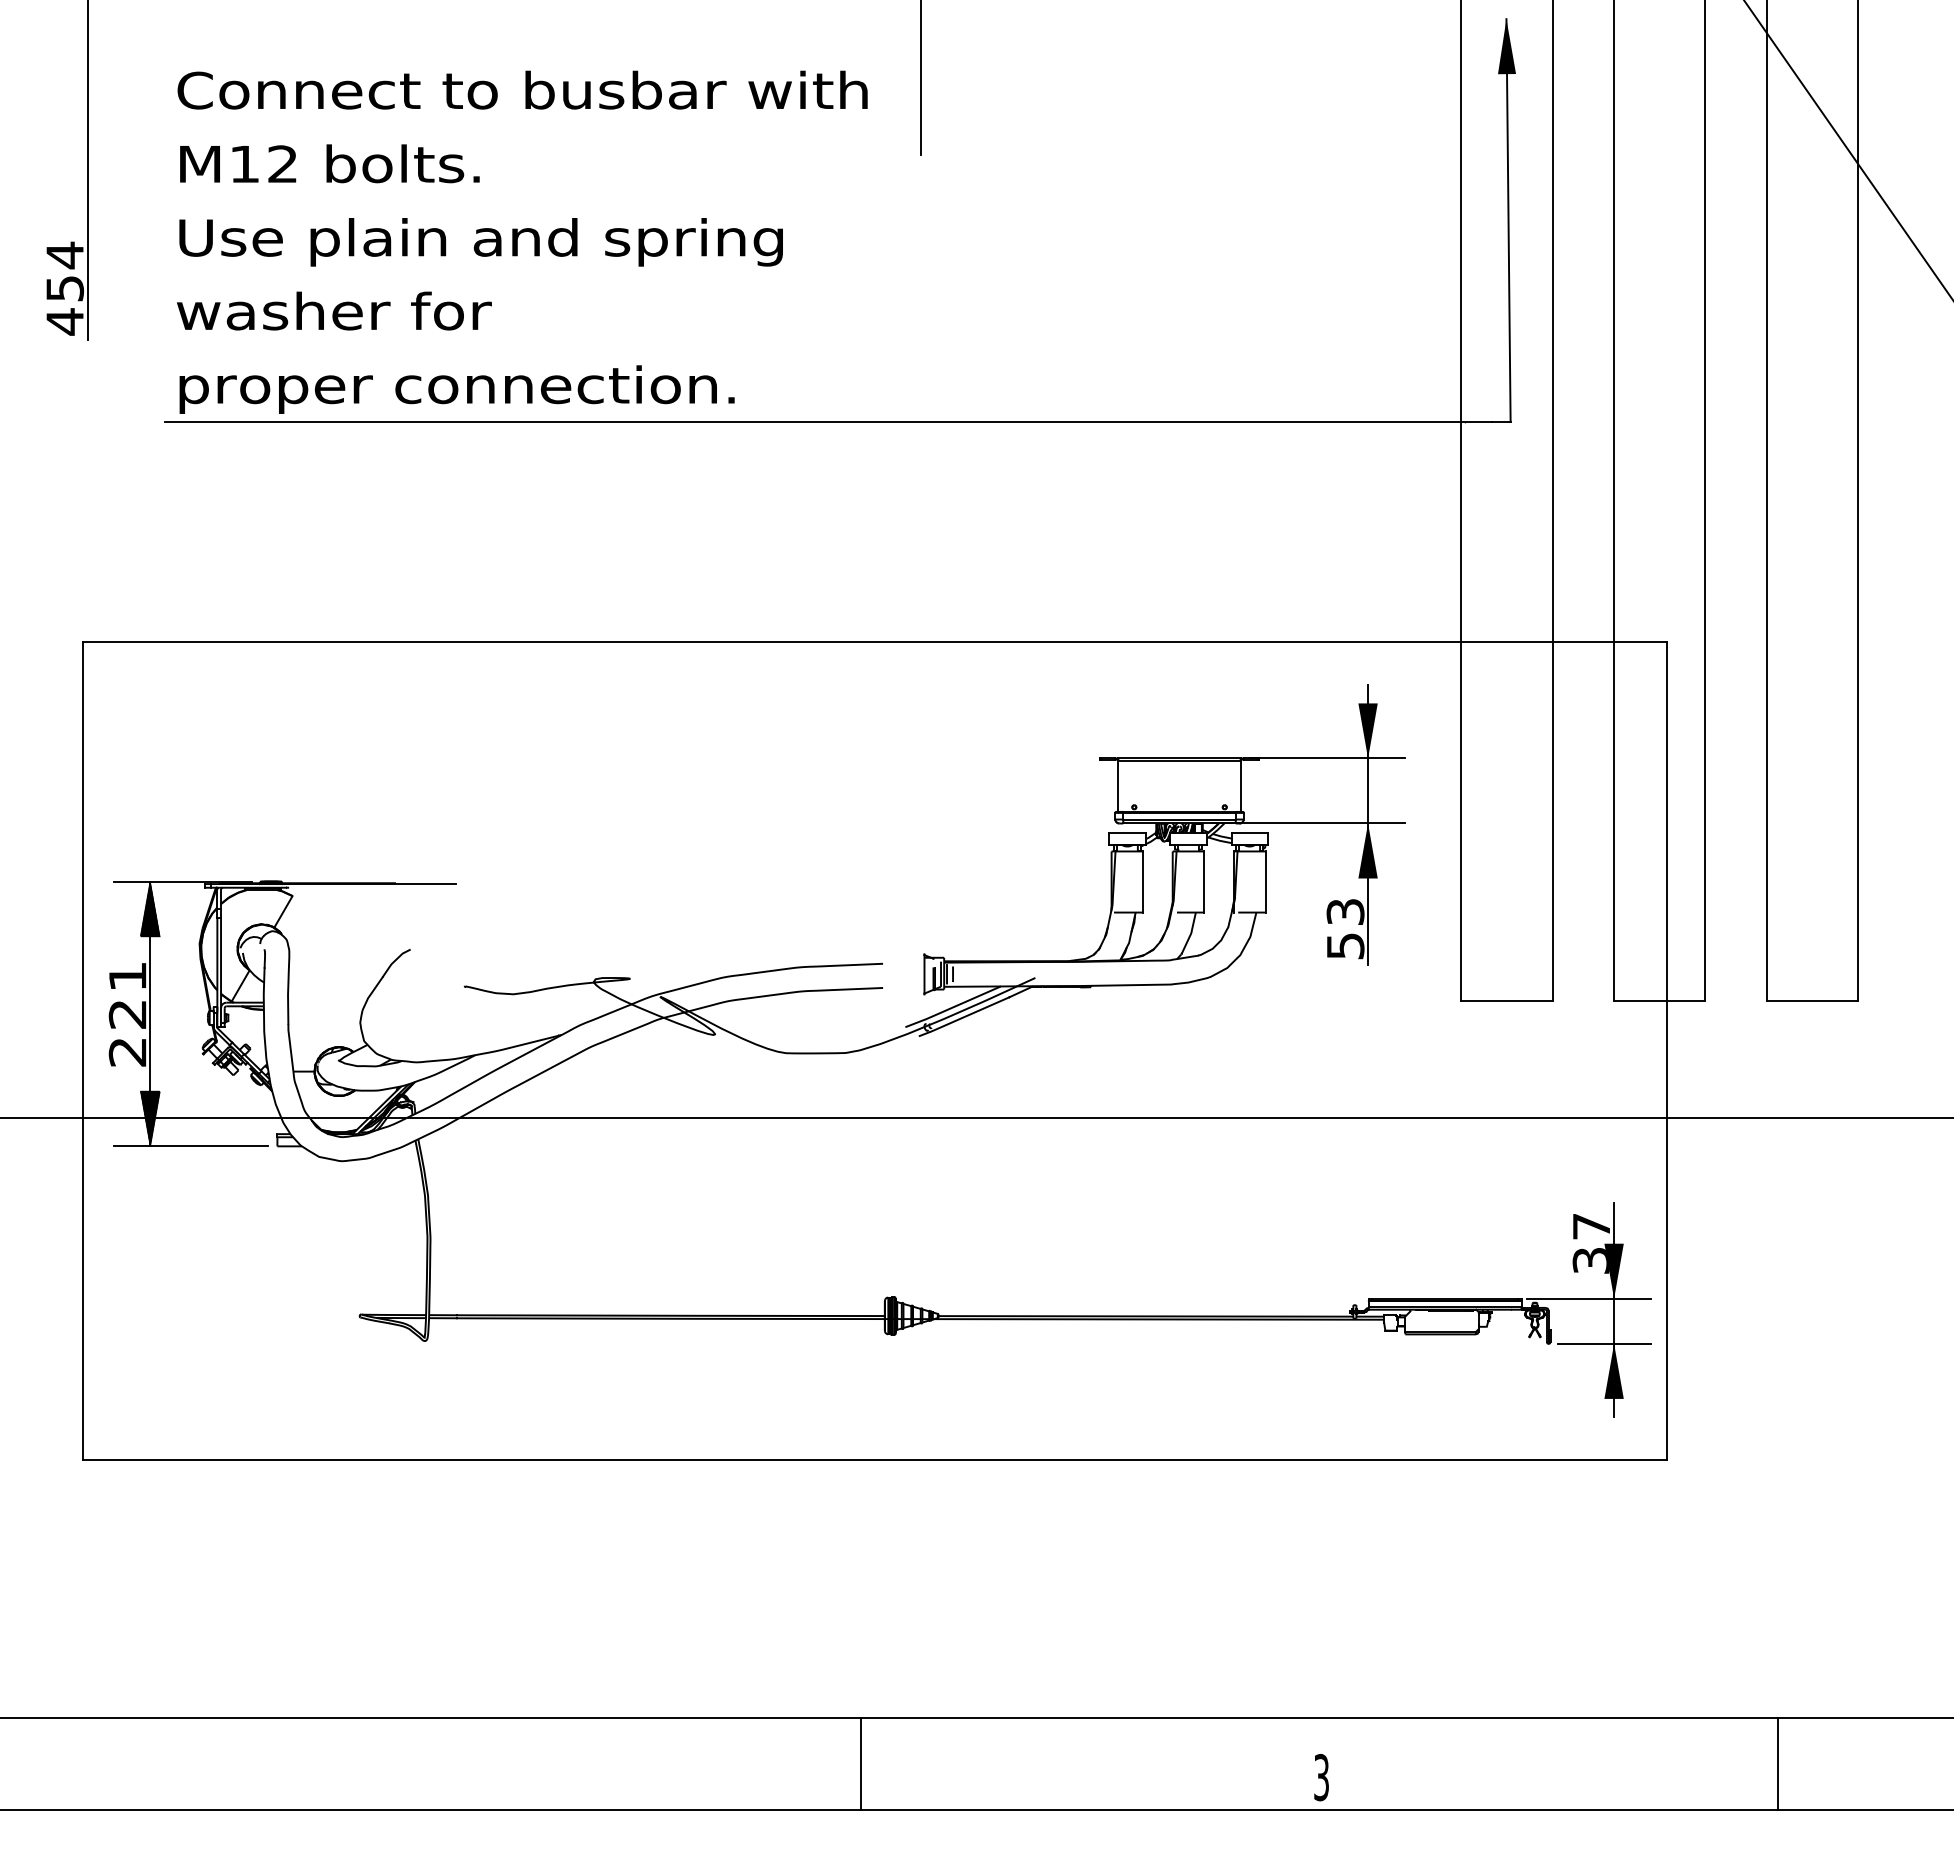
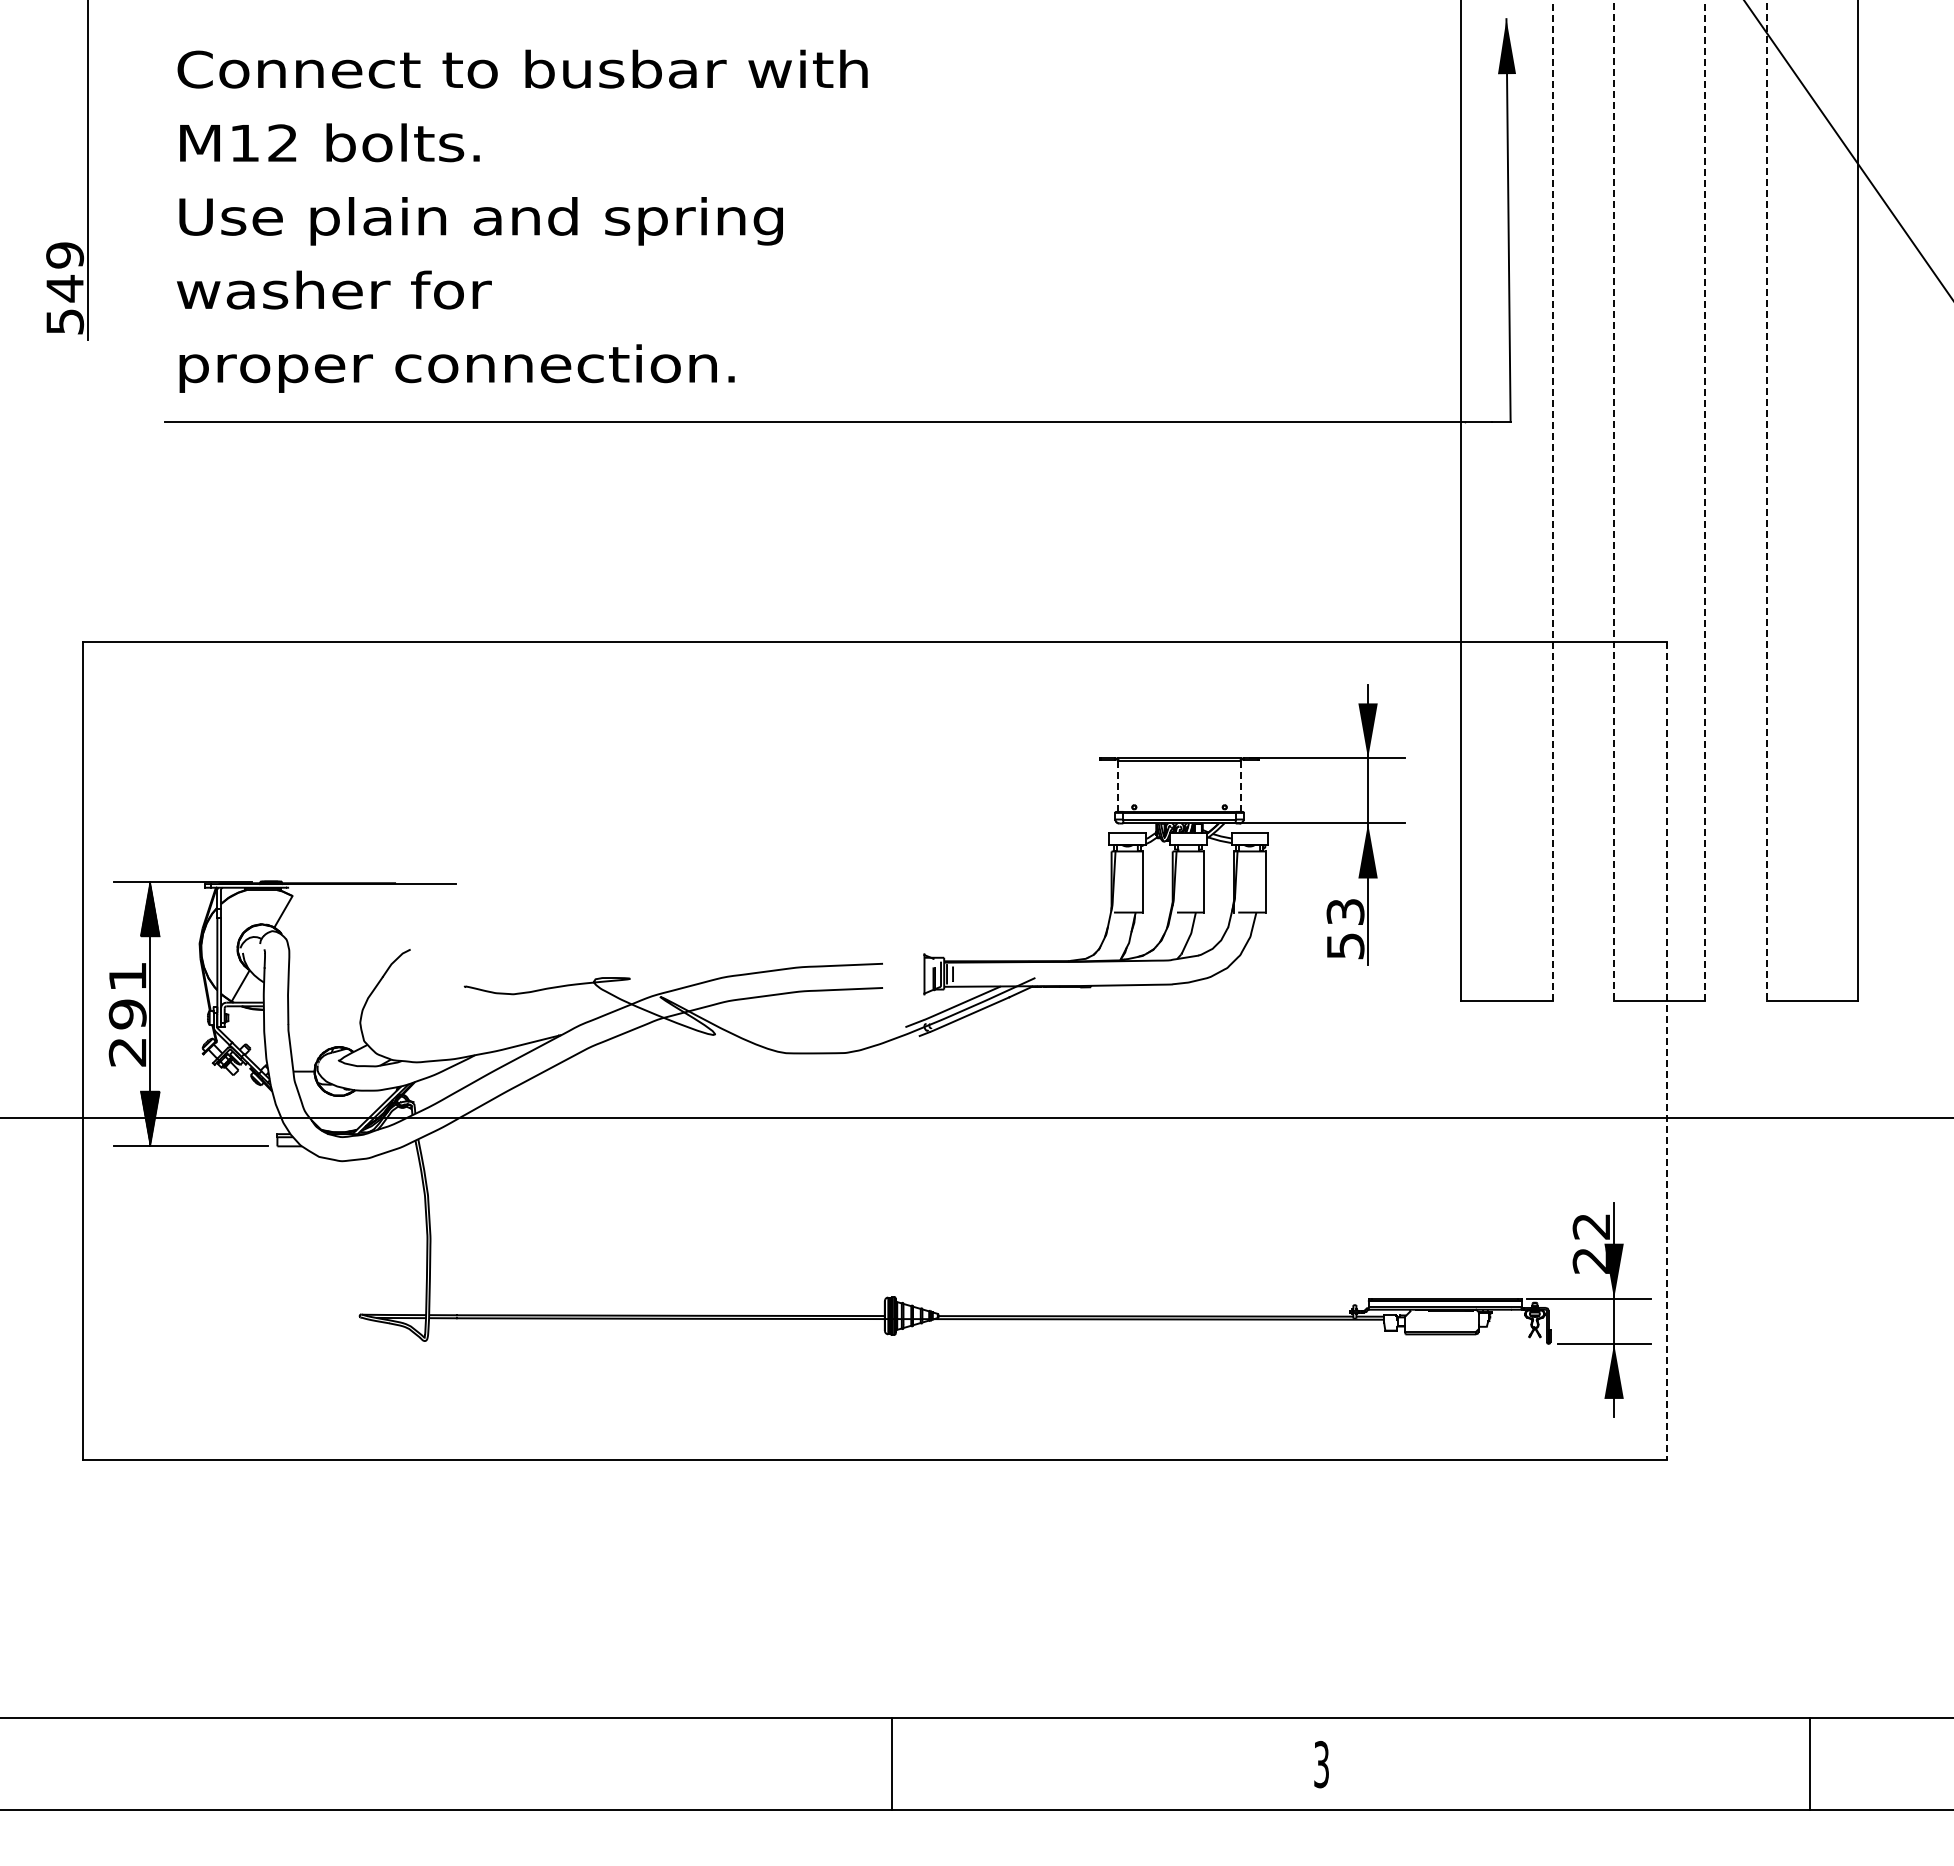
line at (920, 78): present -> none
text at (522, 241) position: (522, 241) -> (522, 220)
text at (65, 288): 454 -> 549
line at (1552, 500): solid -> dashed
line at (1705, 500): solid -> dashed
line at (1613, 501): solid -> dashed
line at (1766, 501): solid -> dashed
line at (1118, 786): solid -> dashed
line at (1240, 786): solid -> dashed
text at (127, 1014): 221 -> 291
line at (1666, 1051): solid -> dashed
text at (1590, 1243): 37 -> 22
line at (861, 1764) position: (861, 1764) -> (892, 1764)
line at (1777, 1764) position: (1777, 1764) -> (1809, 1764)
text at (1321, 1777) position: (1321, 1777) -> (1321, 1764)
